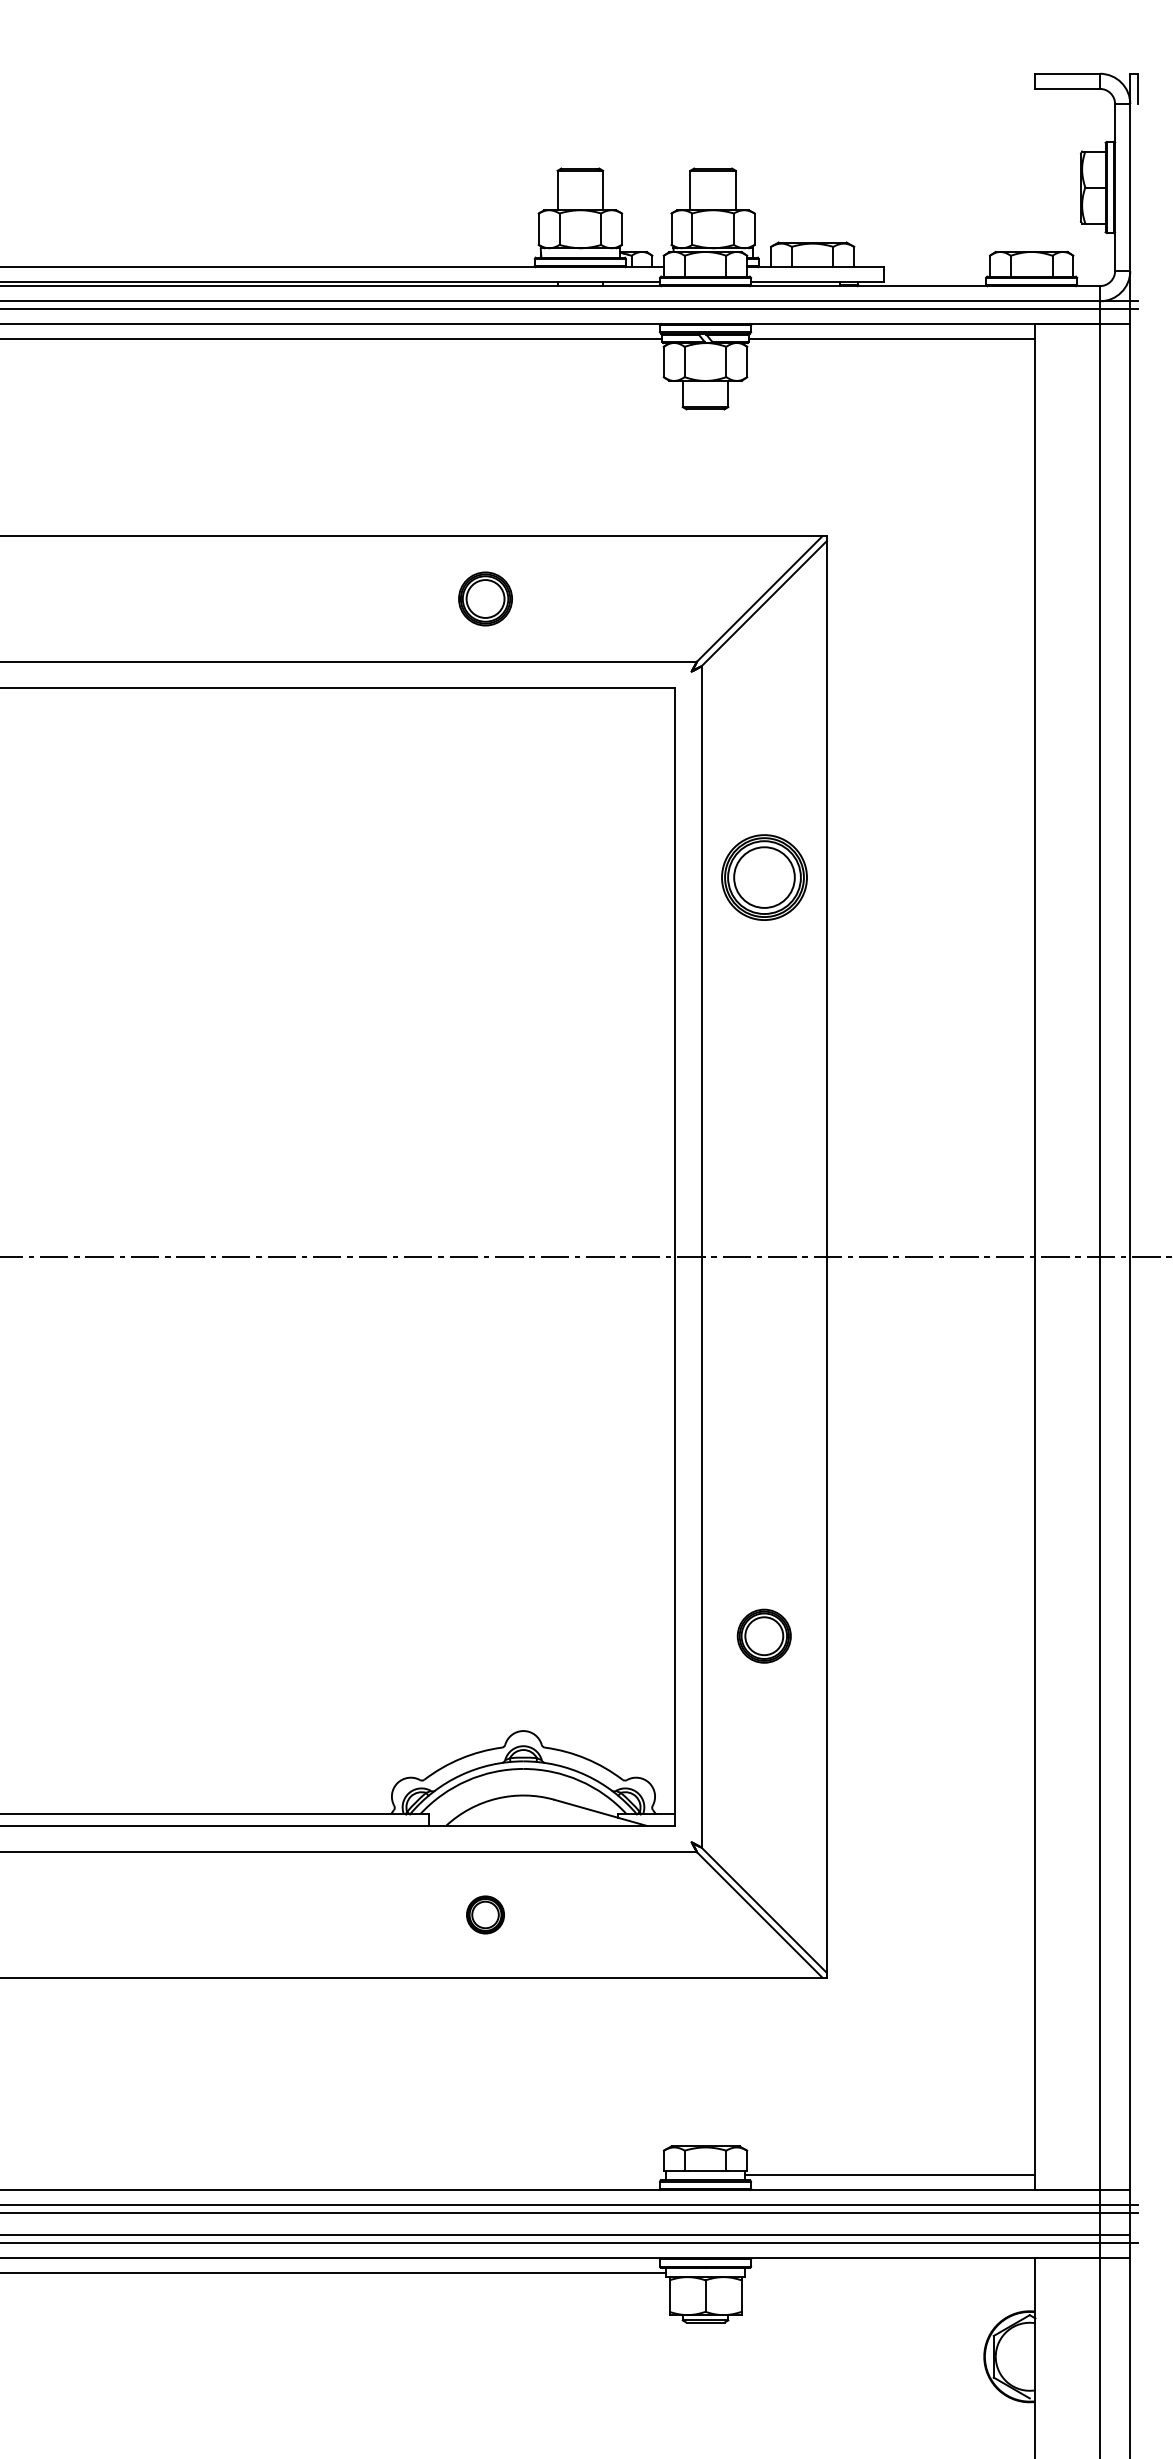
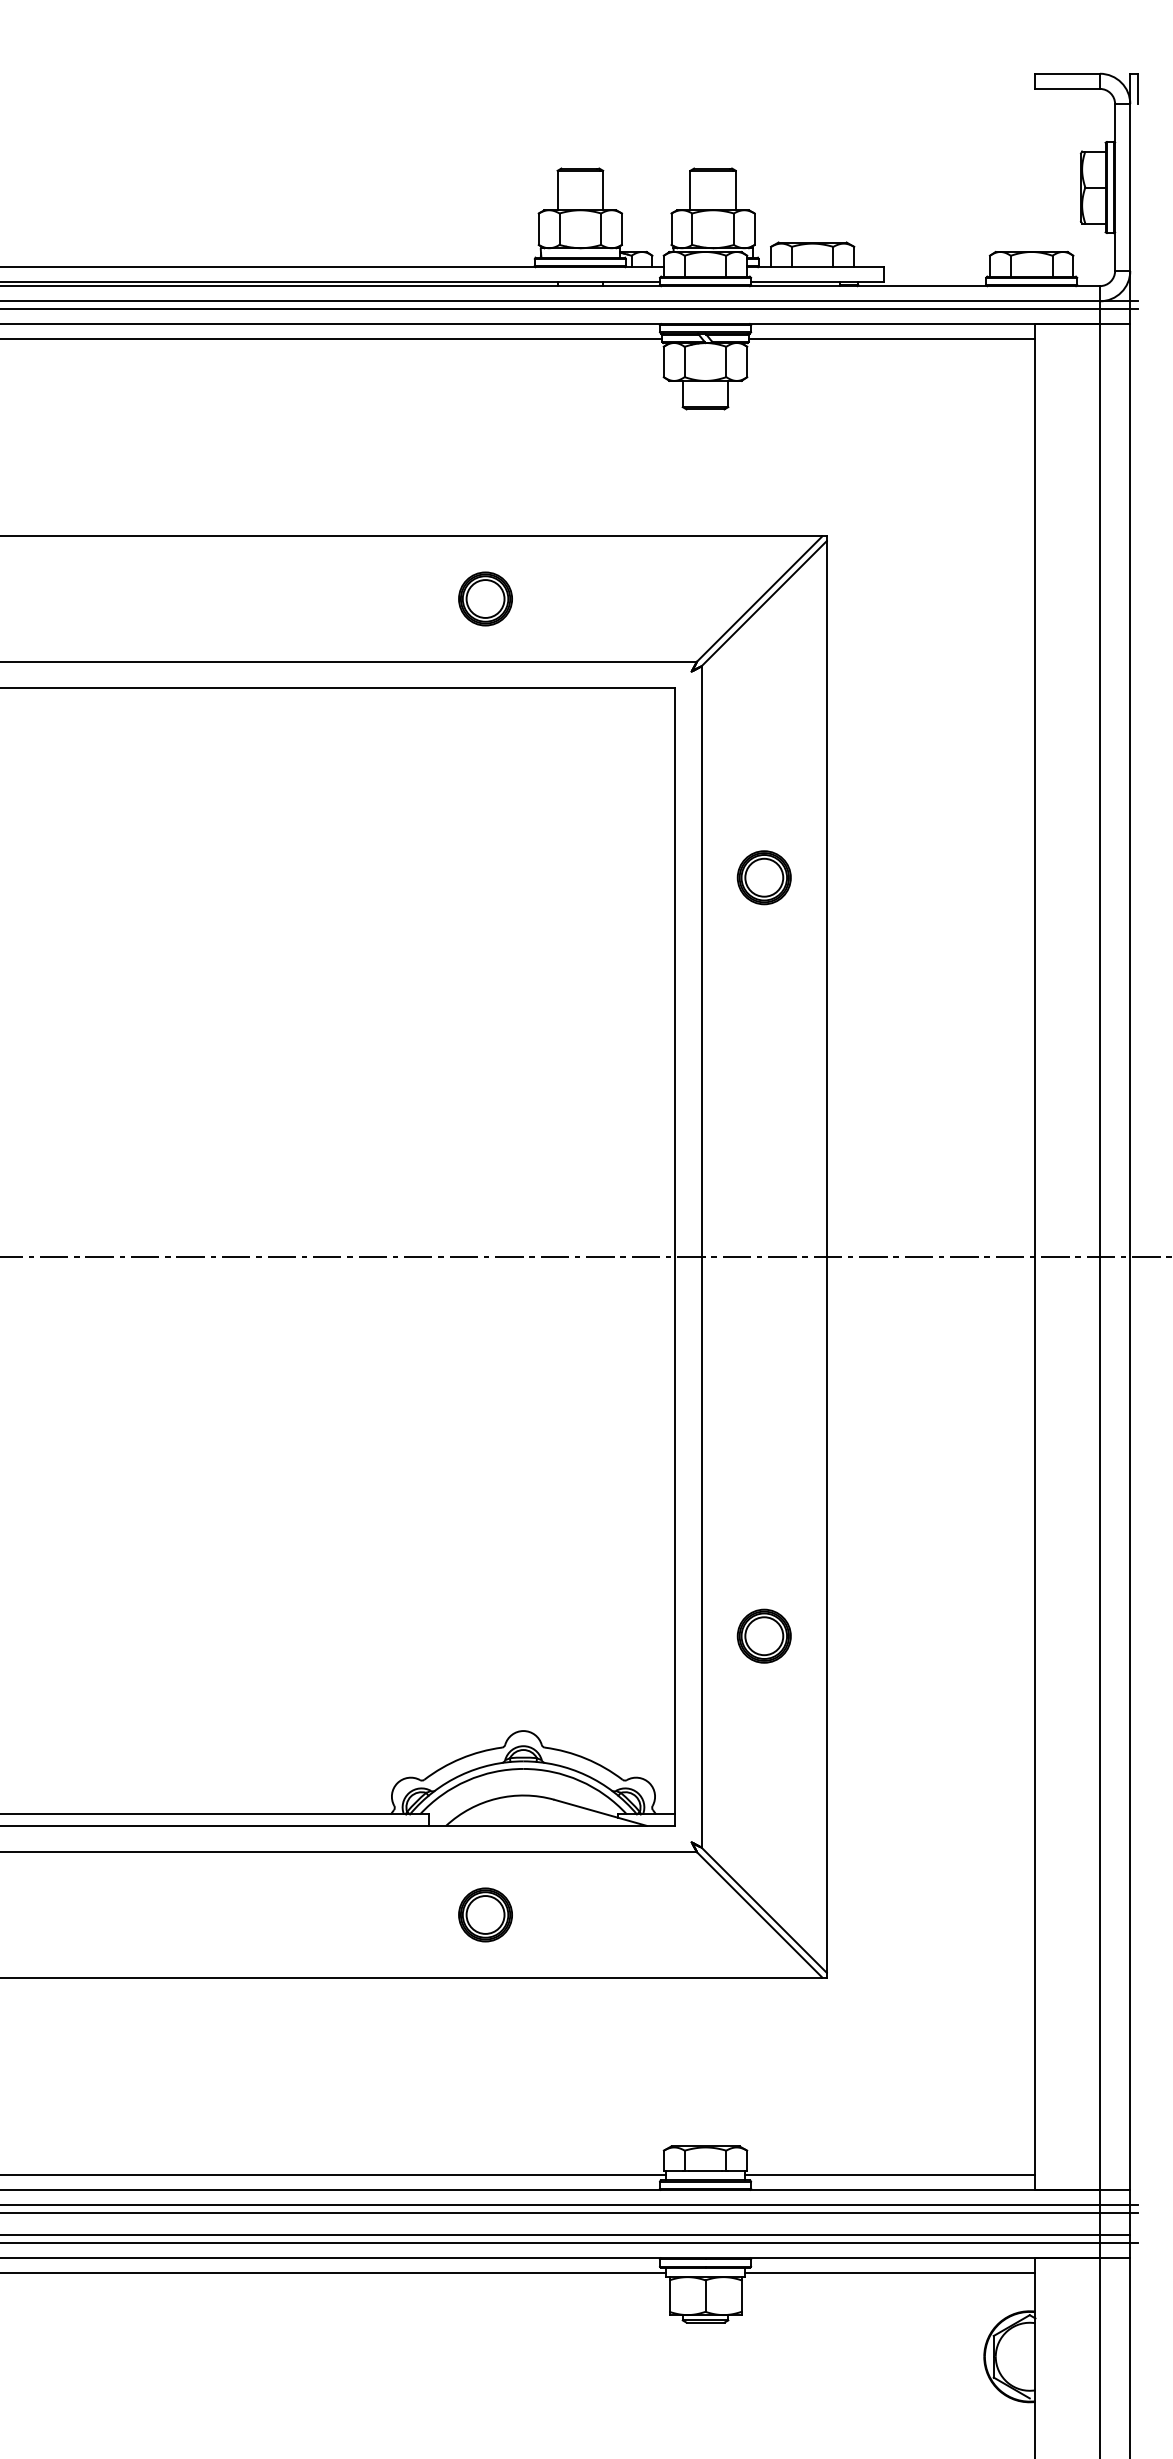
part at (764, 877) size: 87x87 px -> 56x56 px
part at (485, 1914) size: 39x40 px -> 55x56 px
line at (333, 2174): none -> present
line at (890, 2273): none -> present
